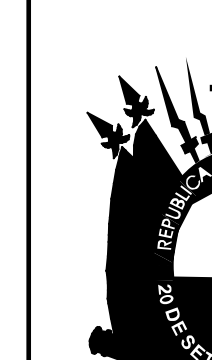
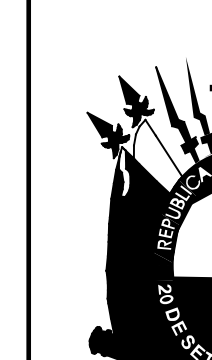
fill at (157, 163): present -> none
fill at (124, 172): present -> none
